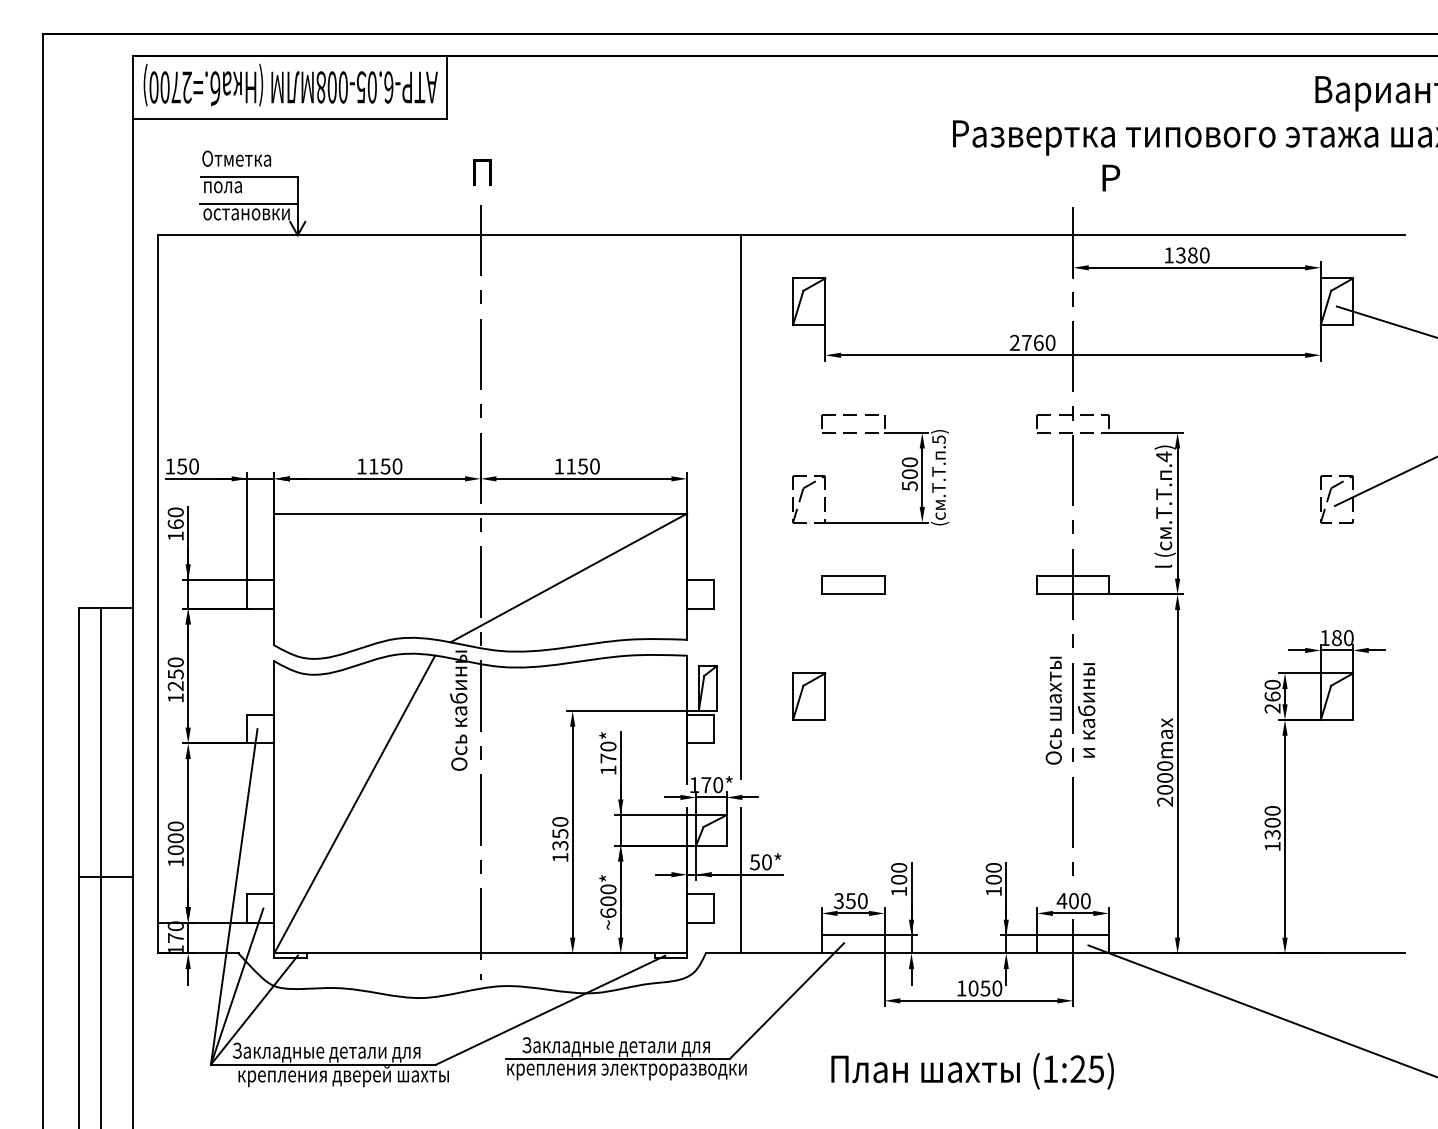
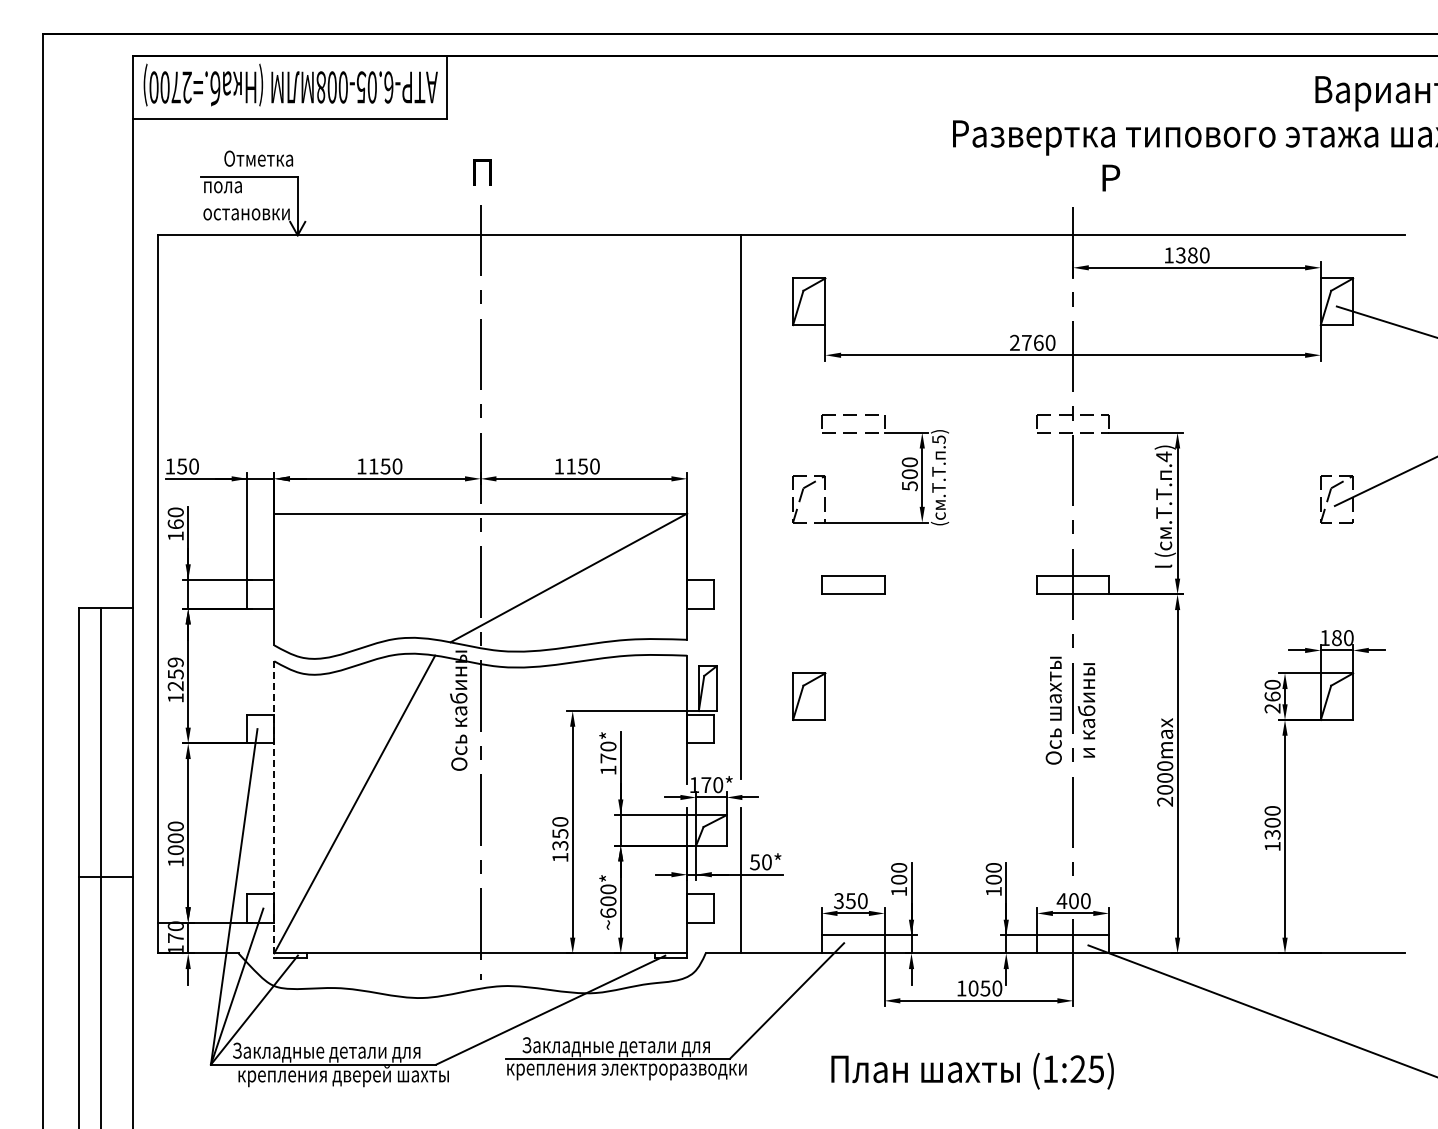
text at (236, 158) position: (236, 158) -> (258, 158)
line at (248, 203): present -> none
text at (175, 662): 1250 -> 1259
line at (274, 810): solid -> dashed
